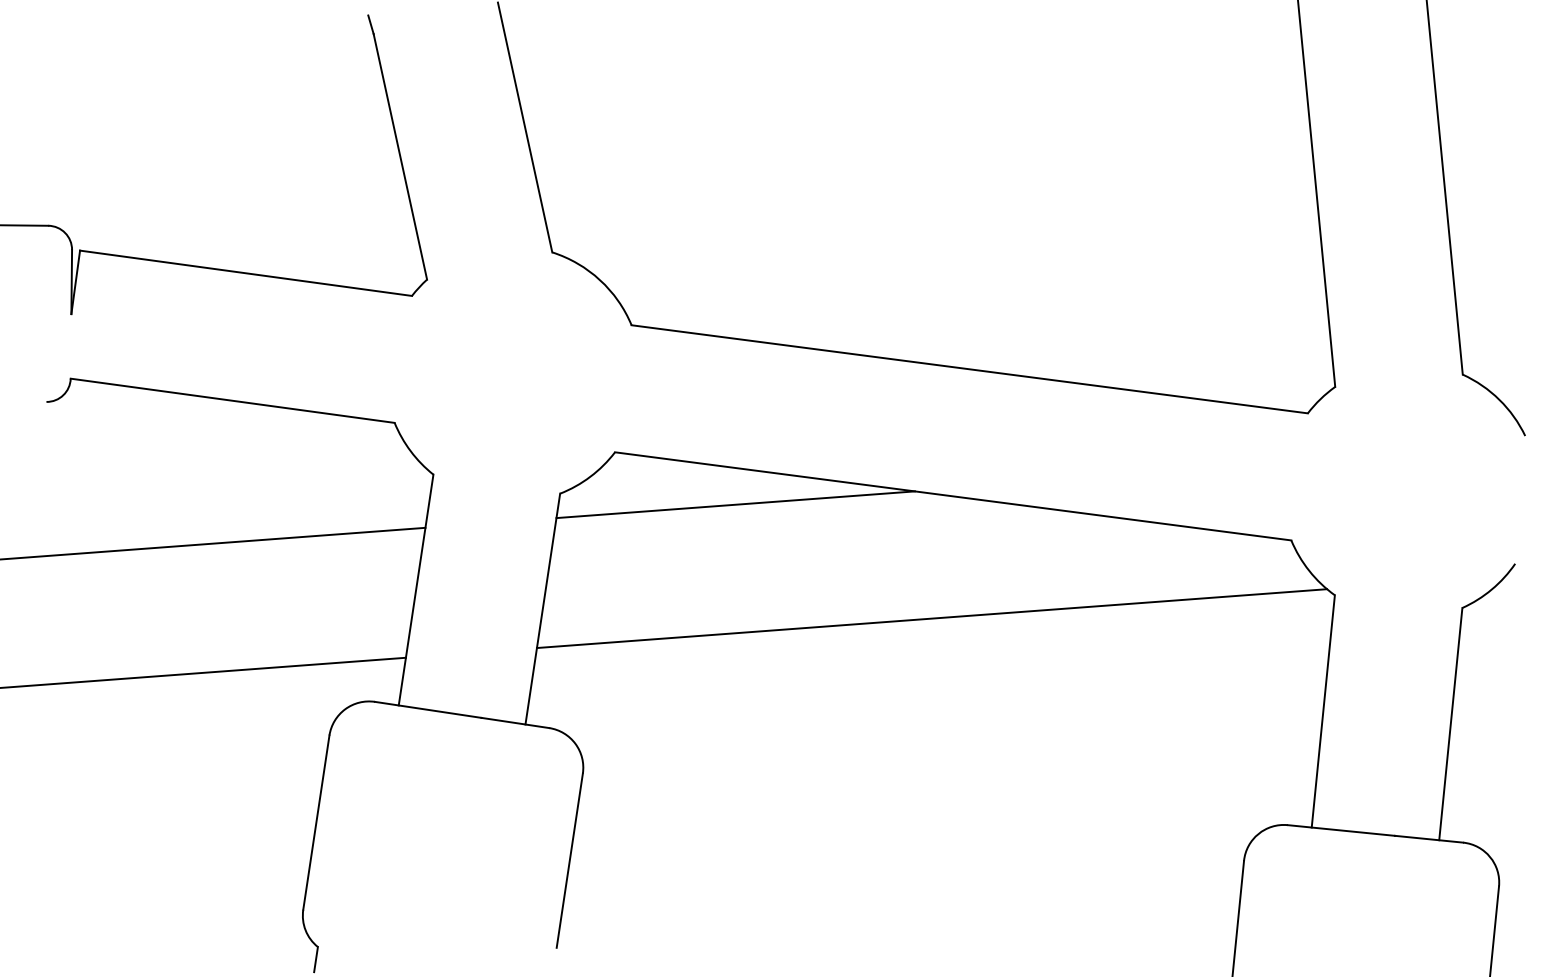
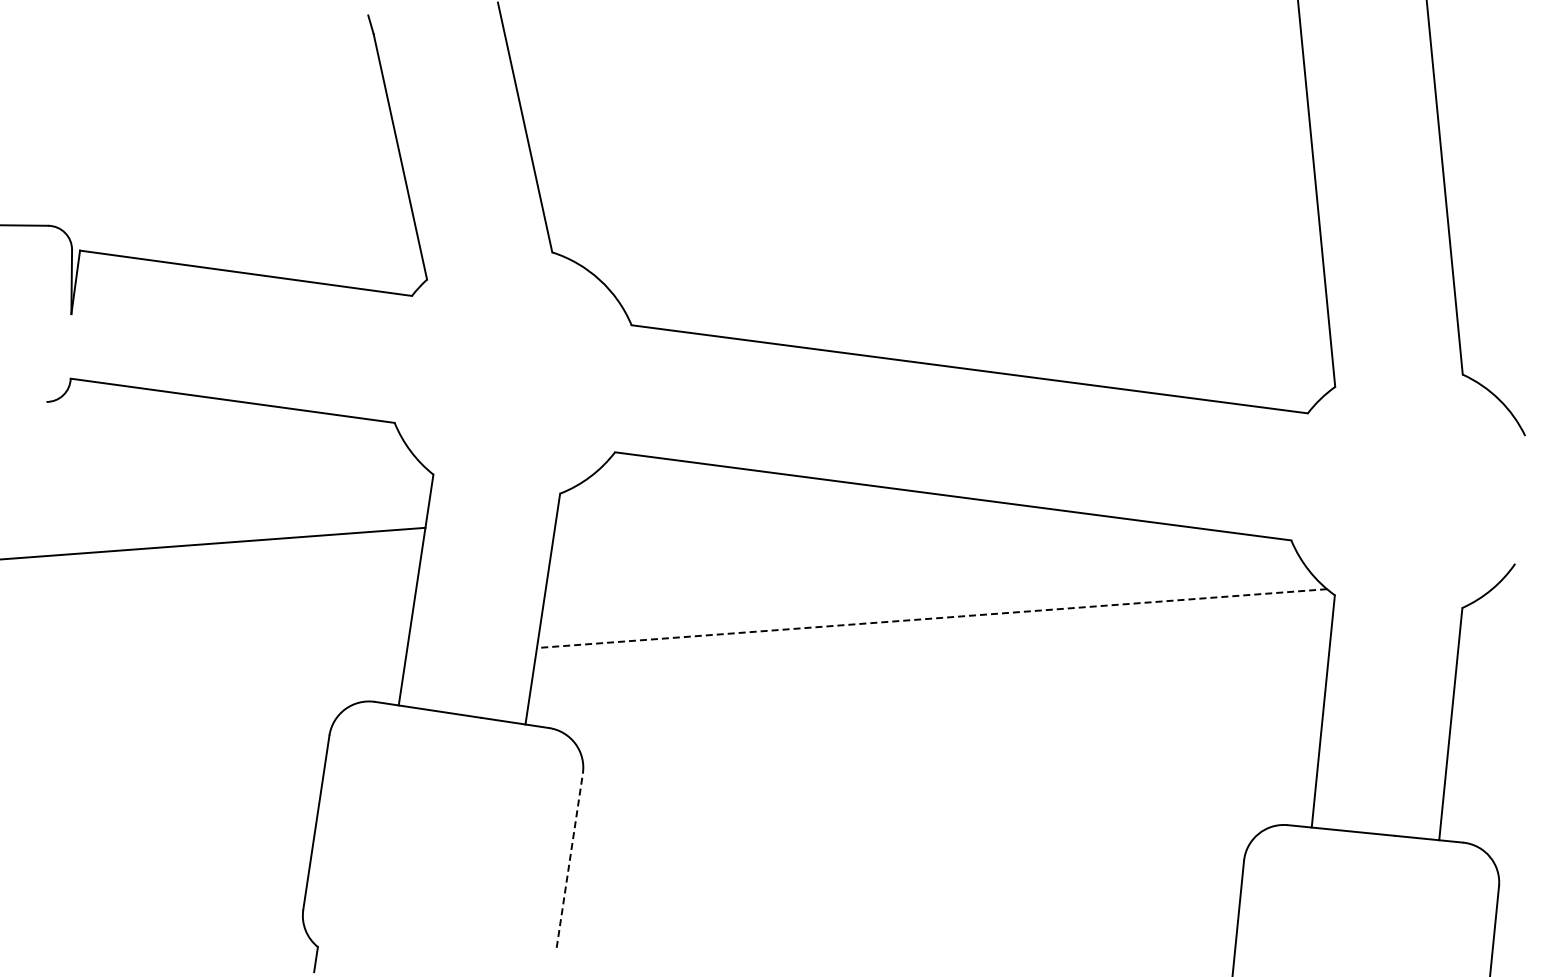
line at (735, 504): present -> none
line at (931, 618): solid -> dashed
line at (203, 672): present -> none
line at (569, 860): solid -> dashed
